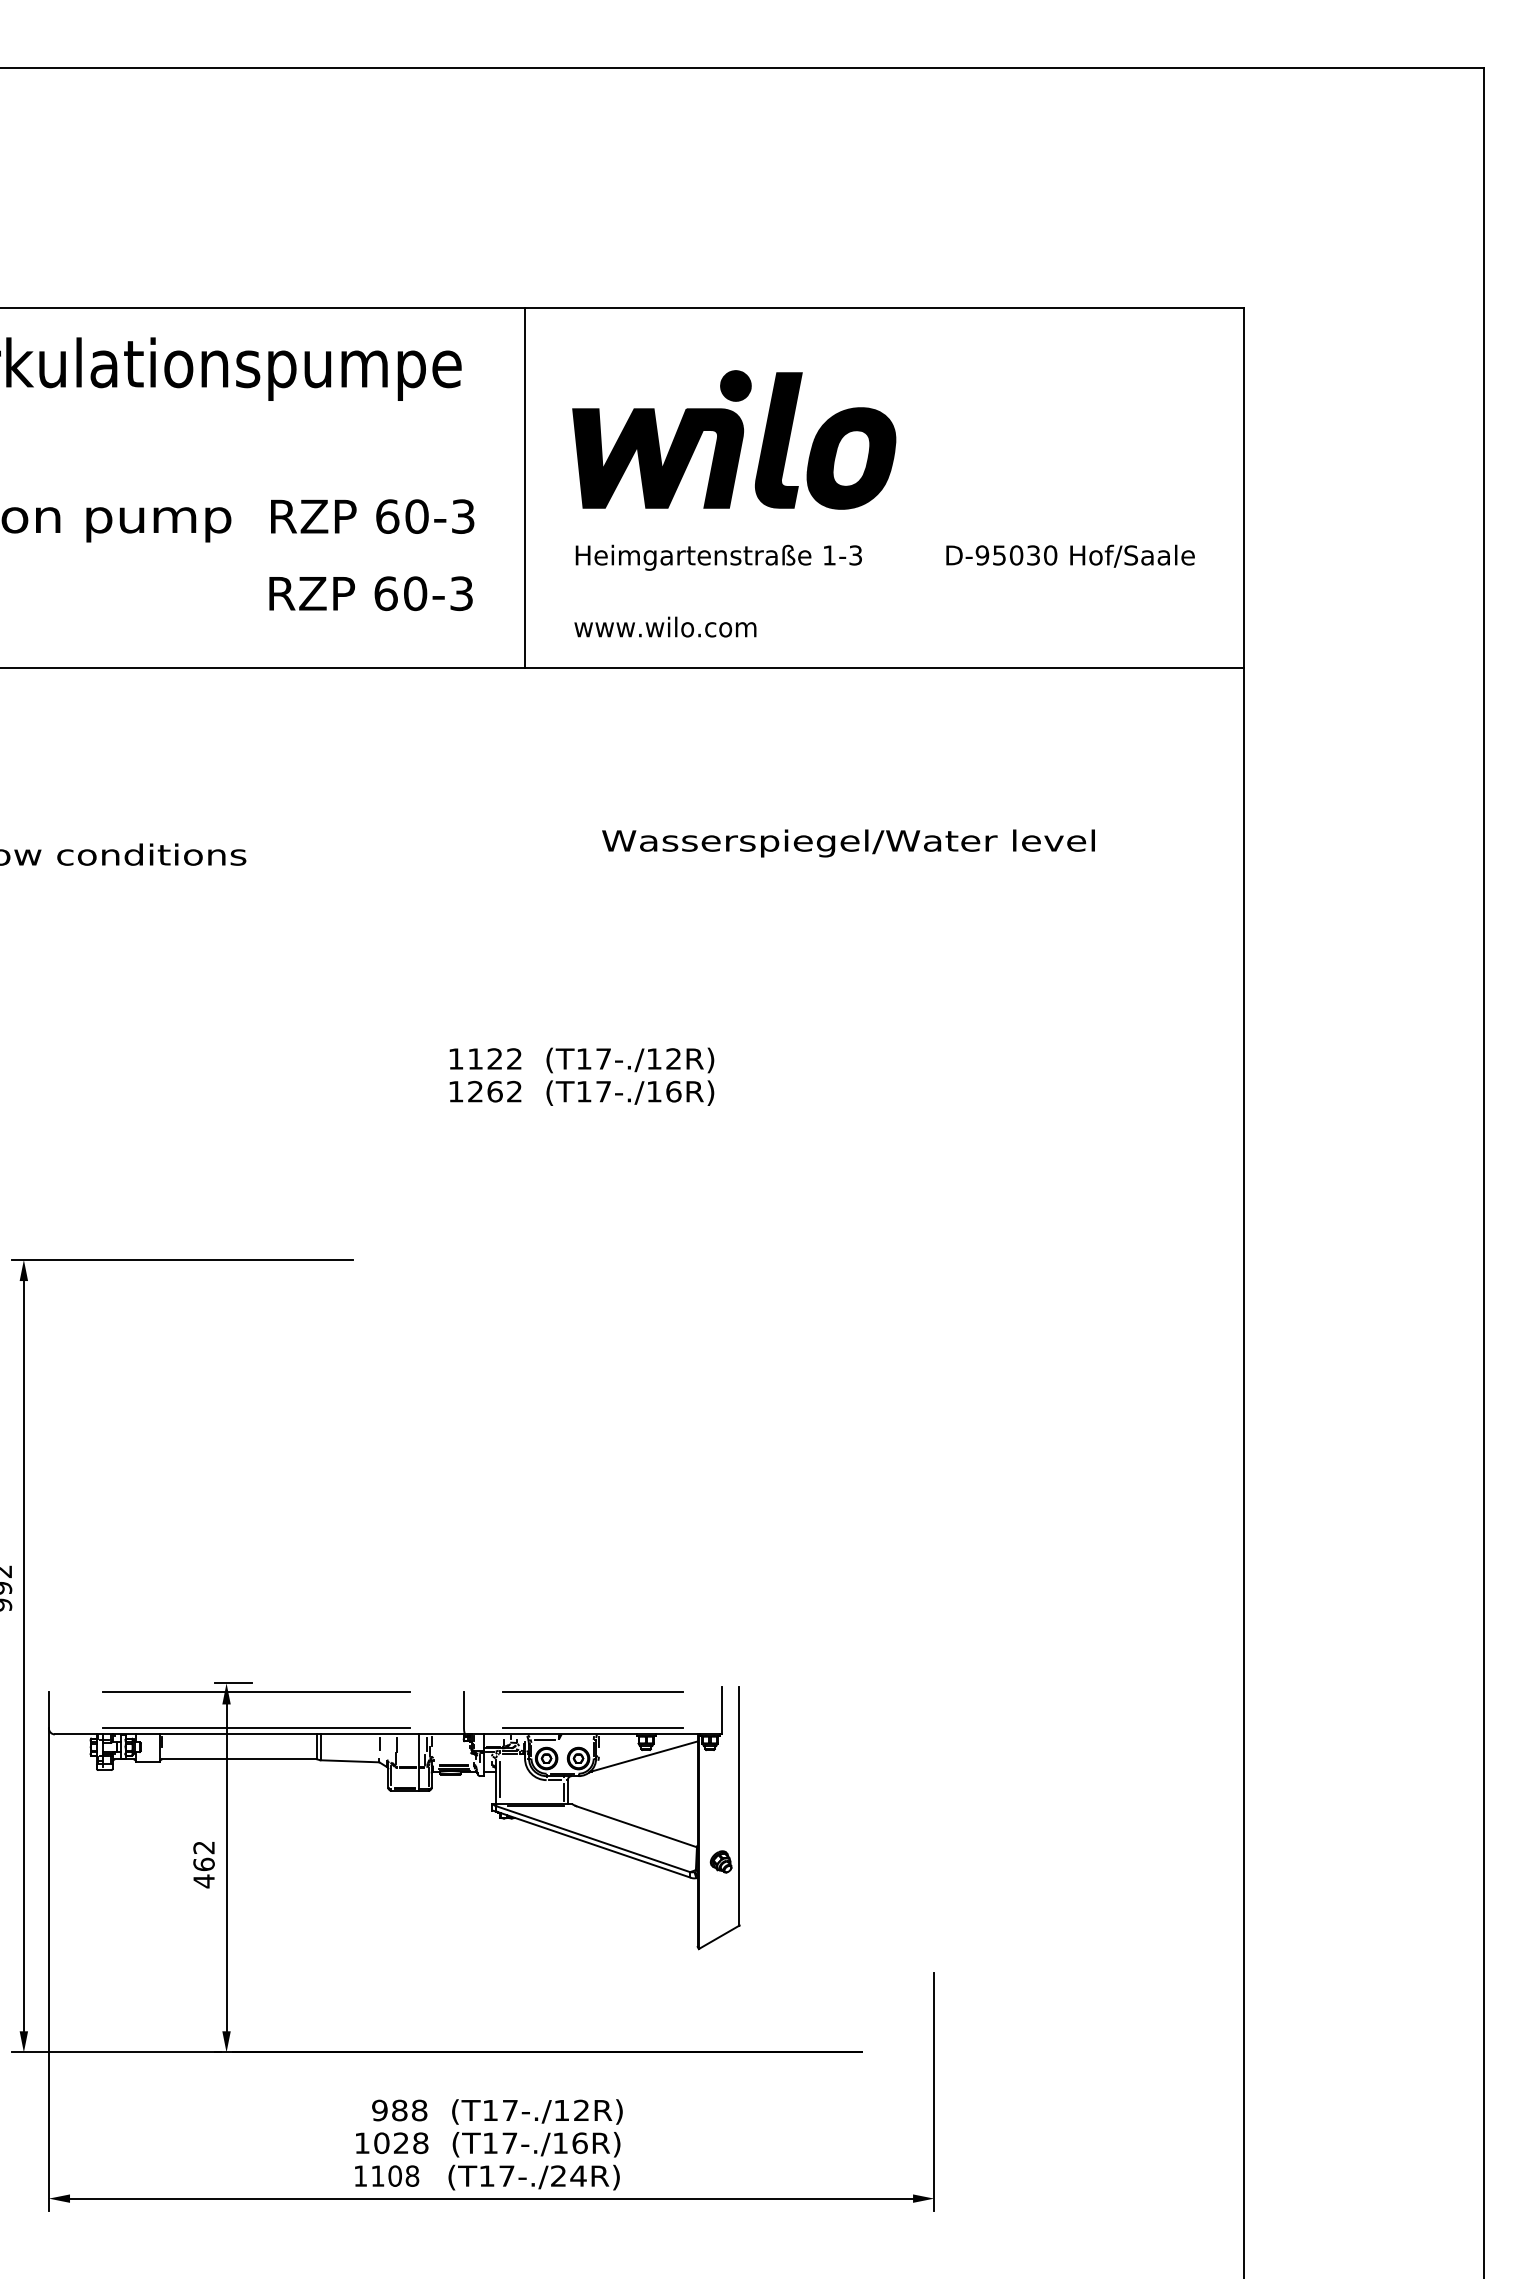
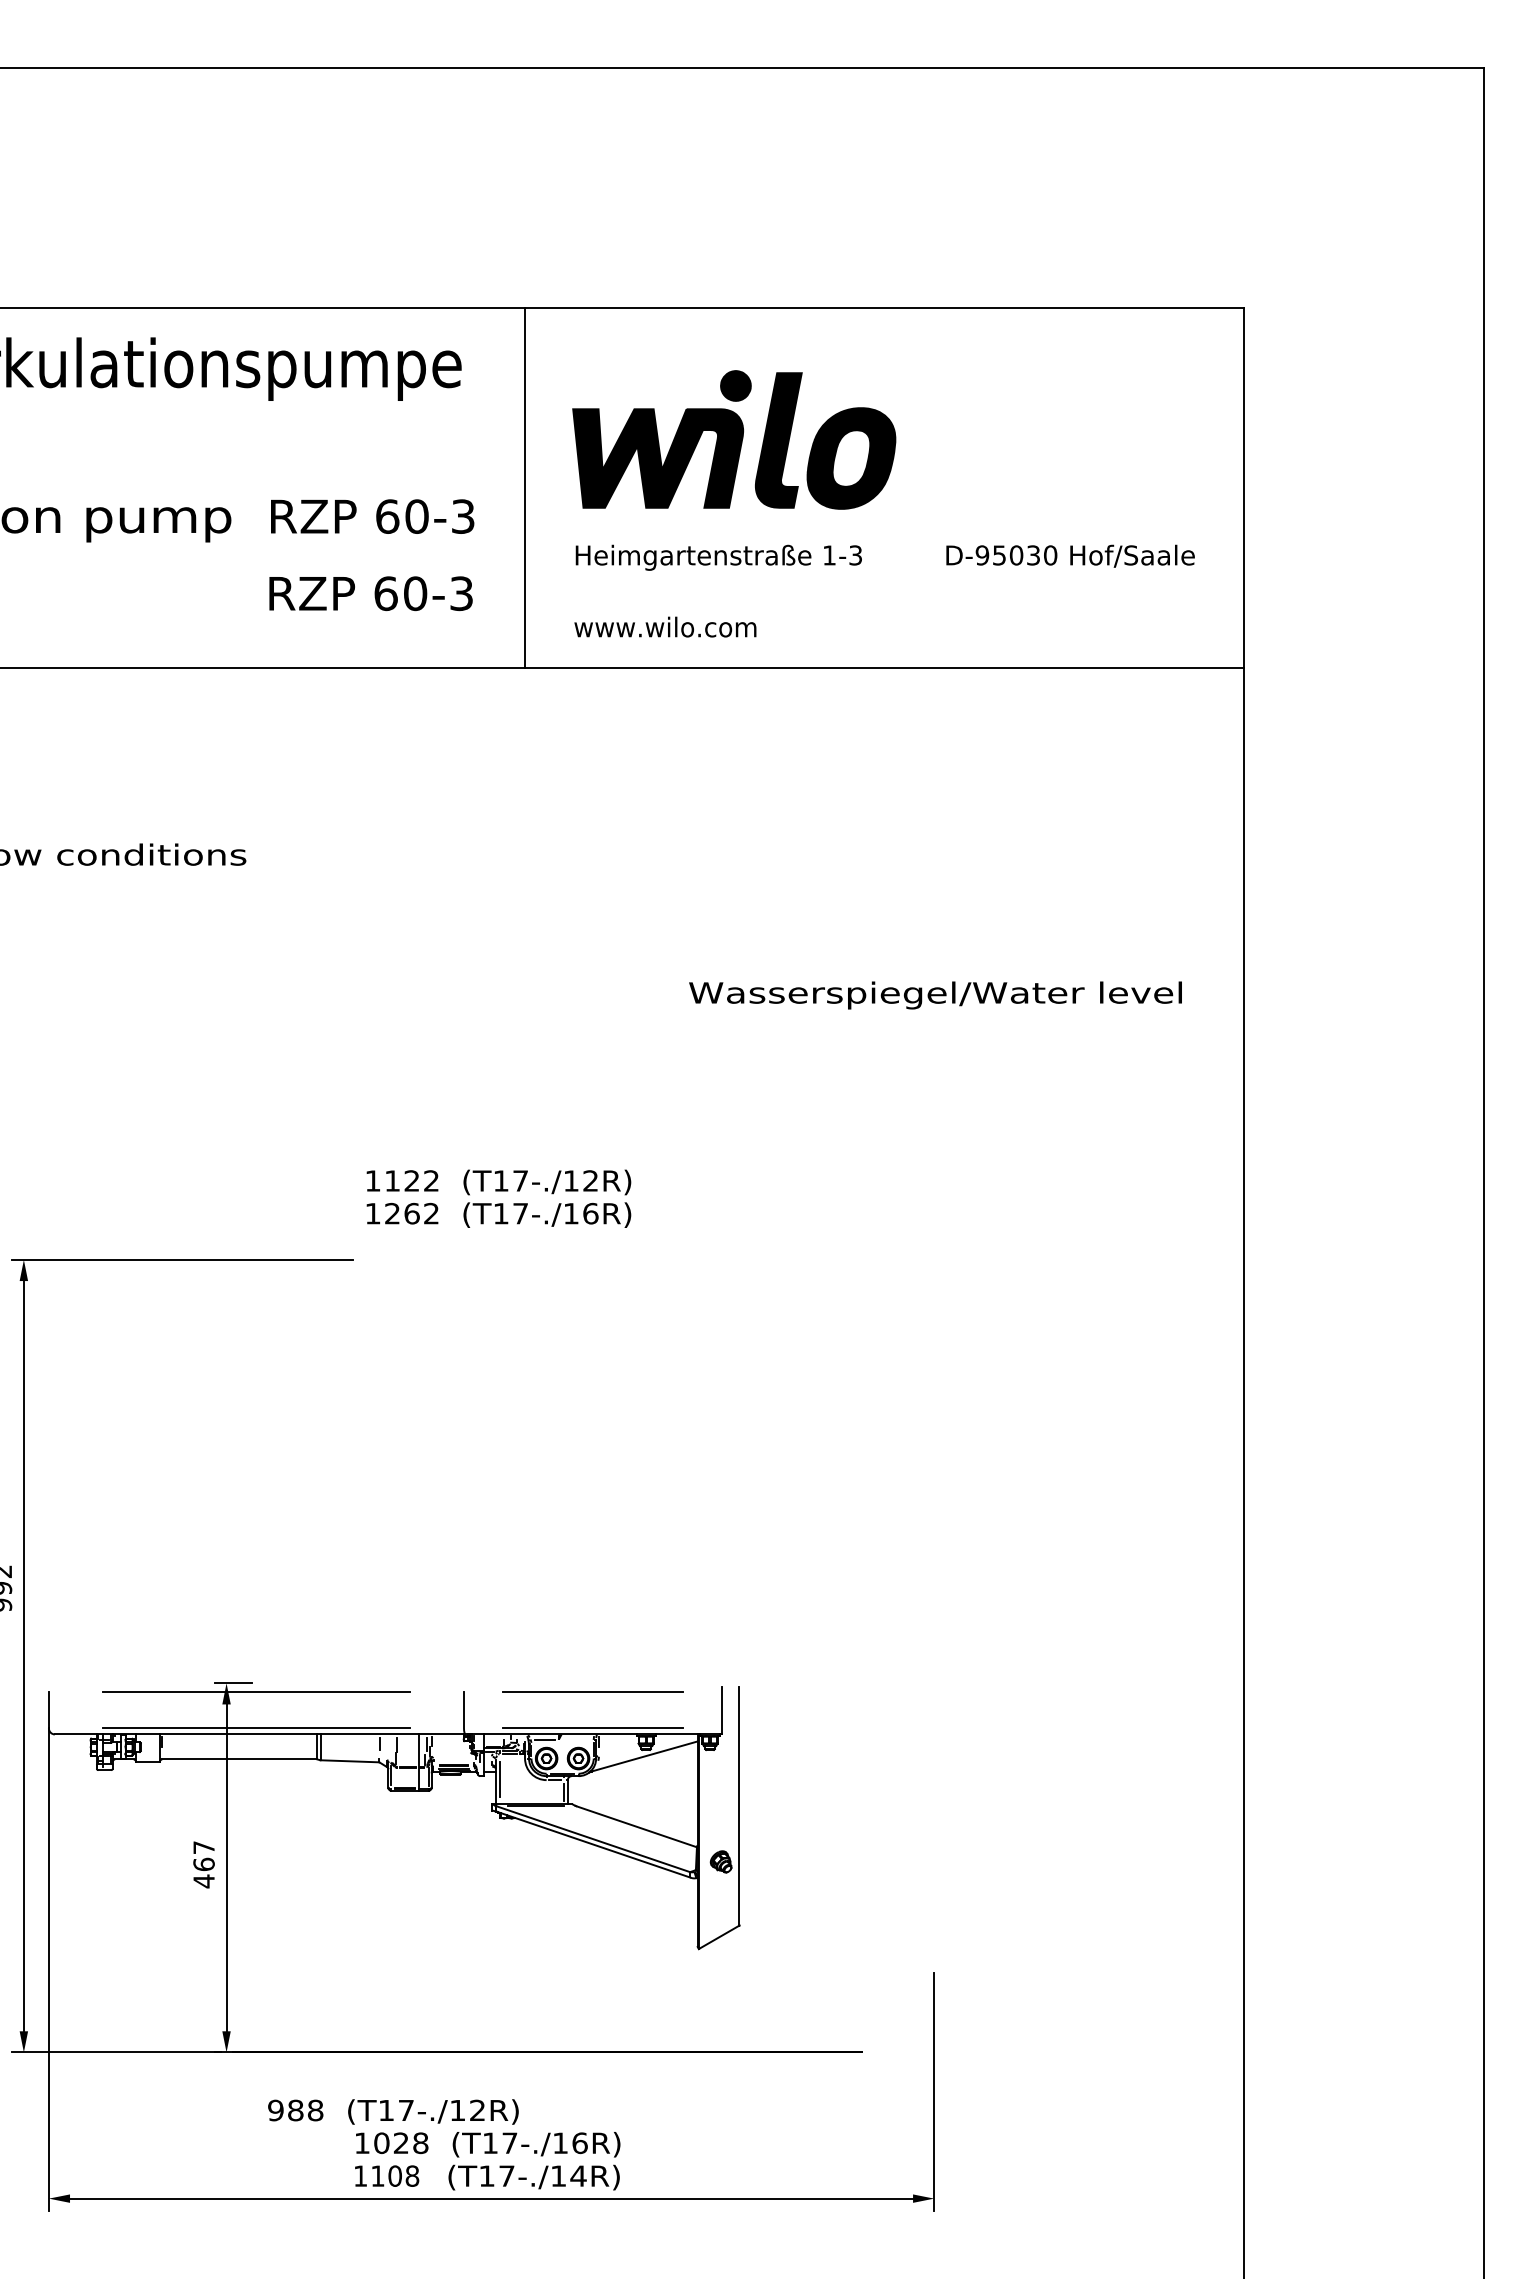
text at (848, 843) position: (848, 843) -> (935, 995)
text at (581, 1076) position: (581, 1076) -> (498, 1198)
text at (203, 1847): 462 -> 467
text at (497, 2111) position: (497, 2111) -> (393, 2111)
text at (558, 2175): (T17-./24R) -> (T17-./14R)
